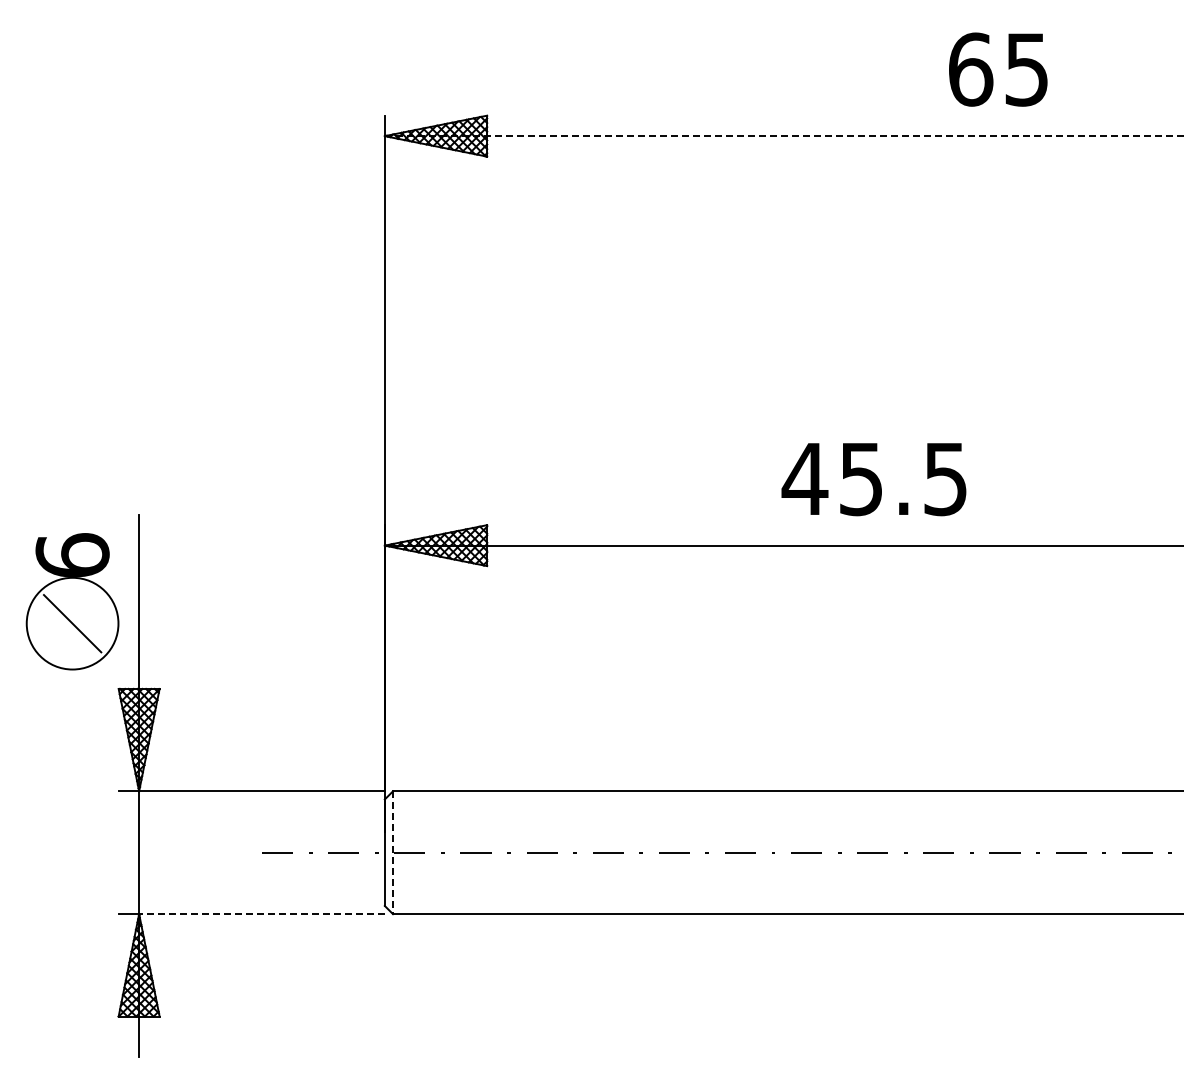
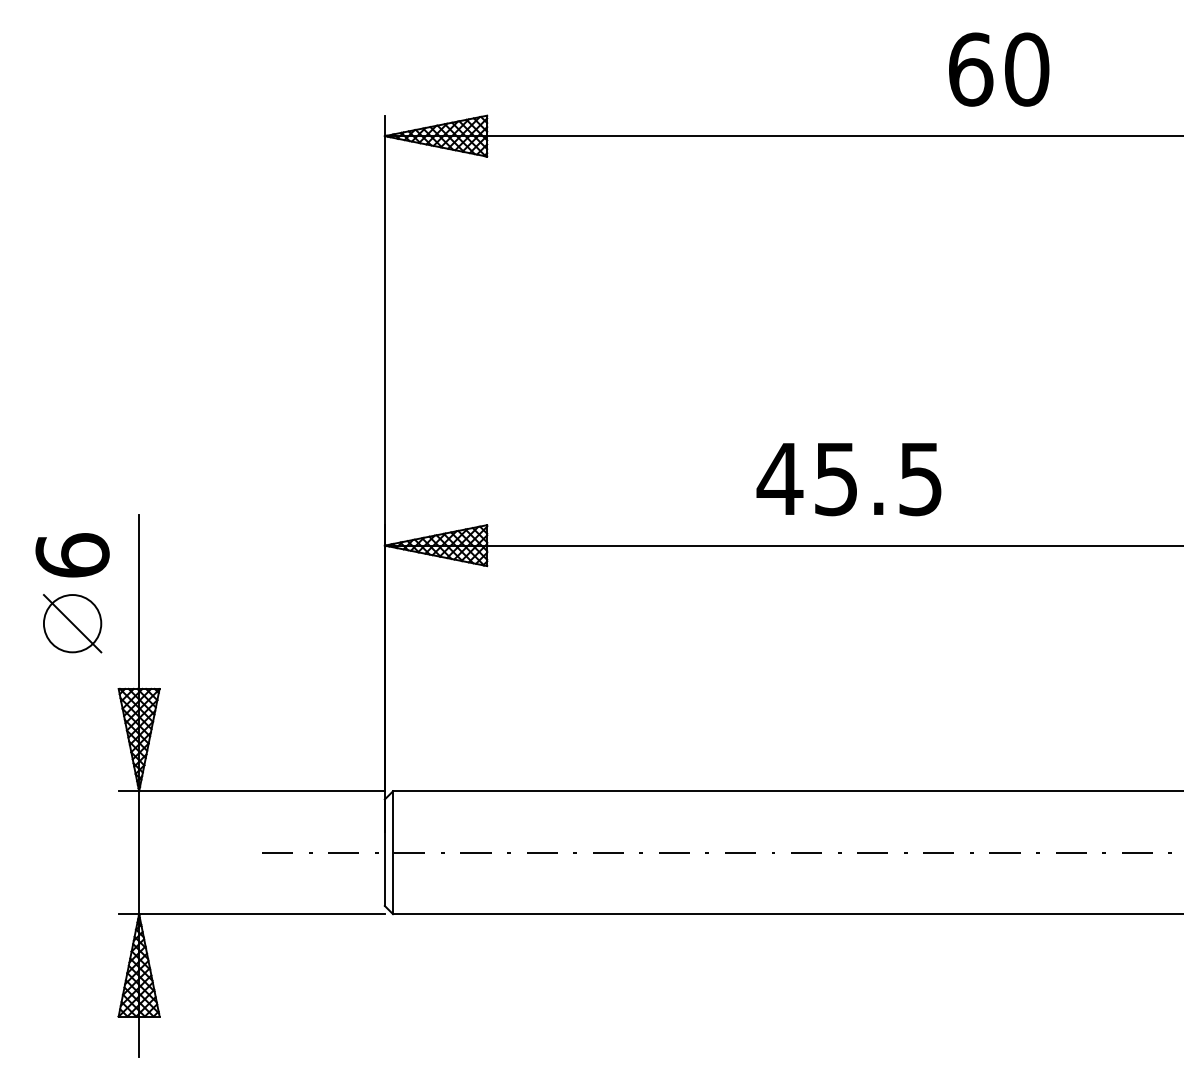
text at (1027, 69): 65 -> 60
line at (784, 136): dashed -> solid
text at (873, 479) position: (873, 479) -> (848, 479)
circle at (72, 623) diameter: 92 px -> 57 px
line at (393, 853): dashed -> solid
line at (262, 914): dashed -> solid
